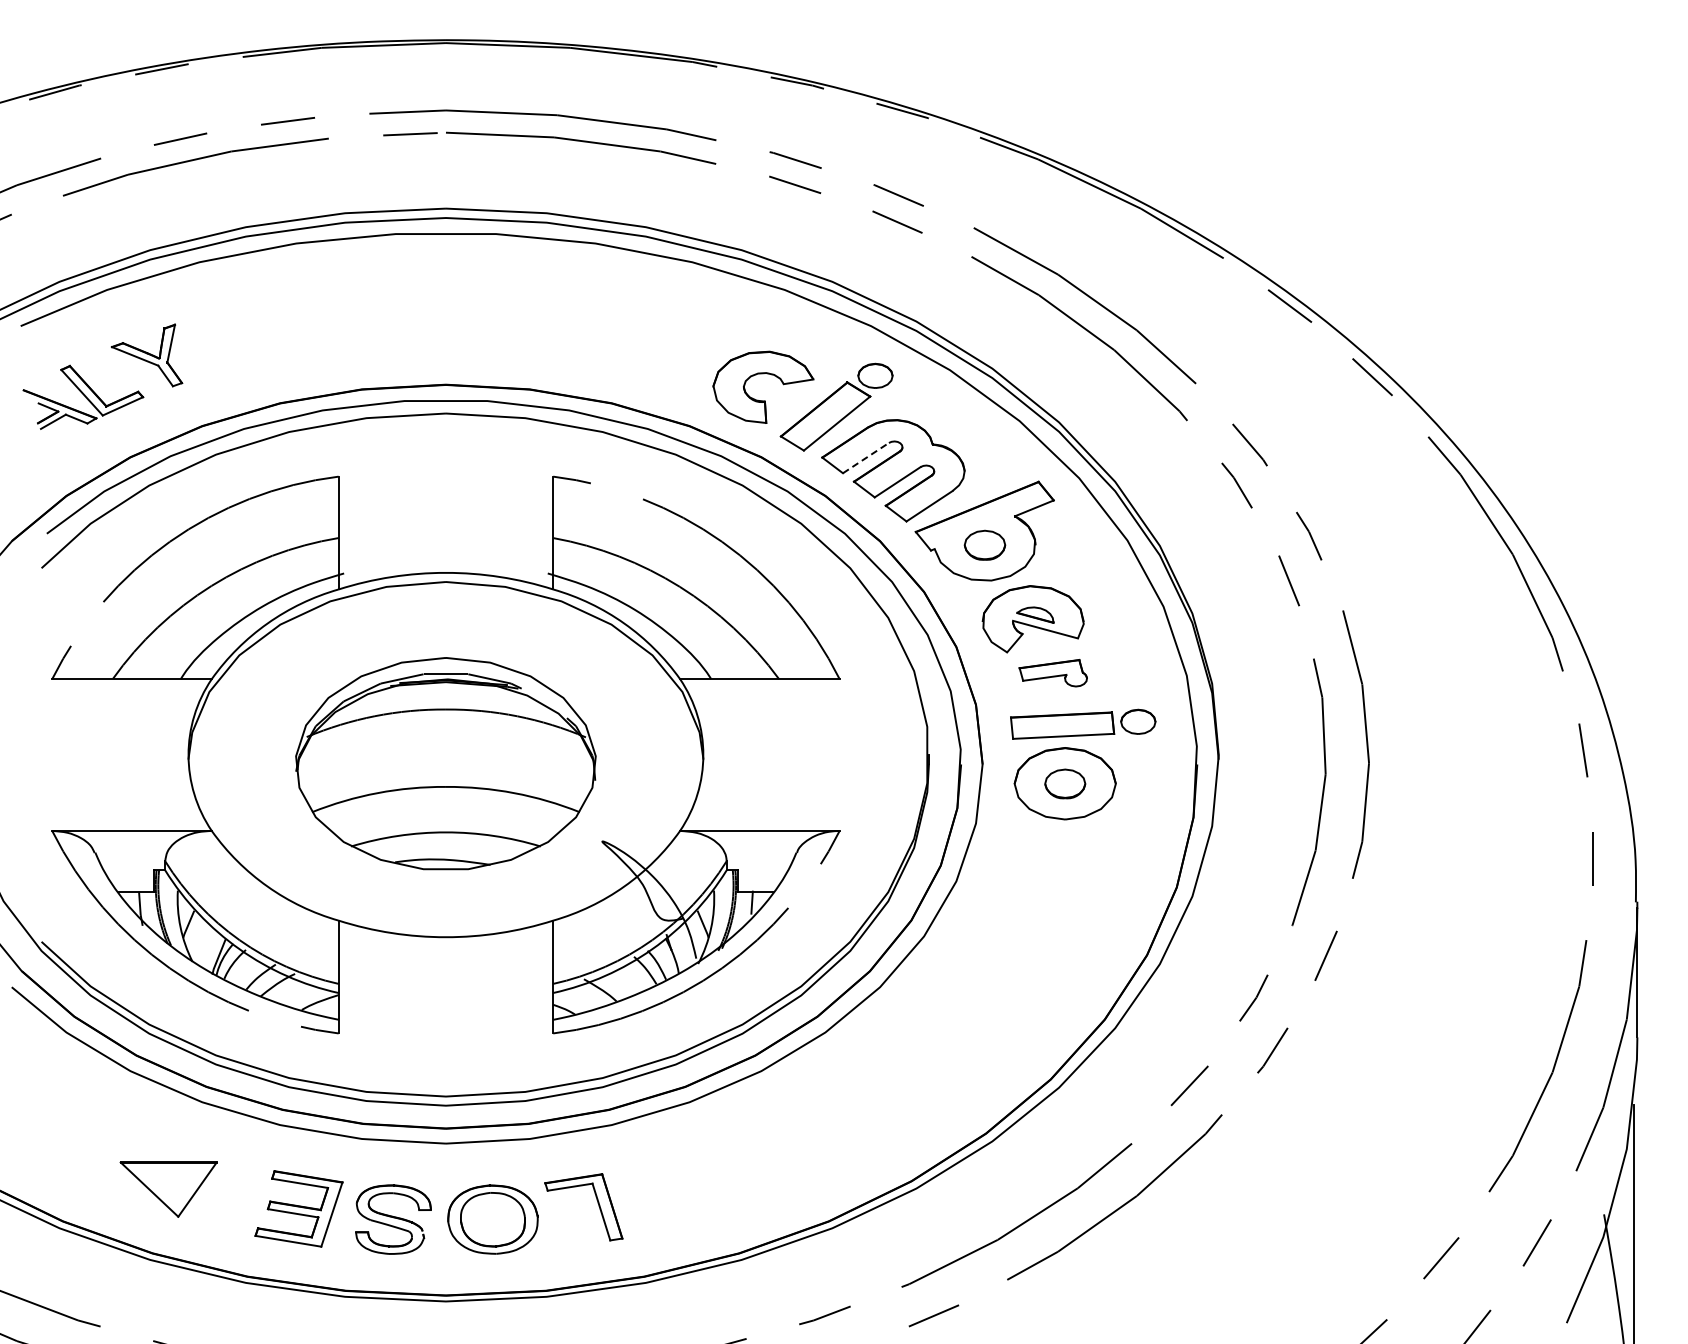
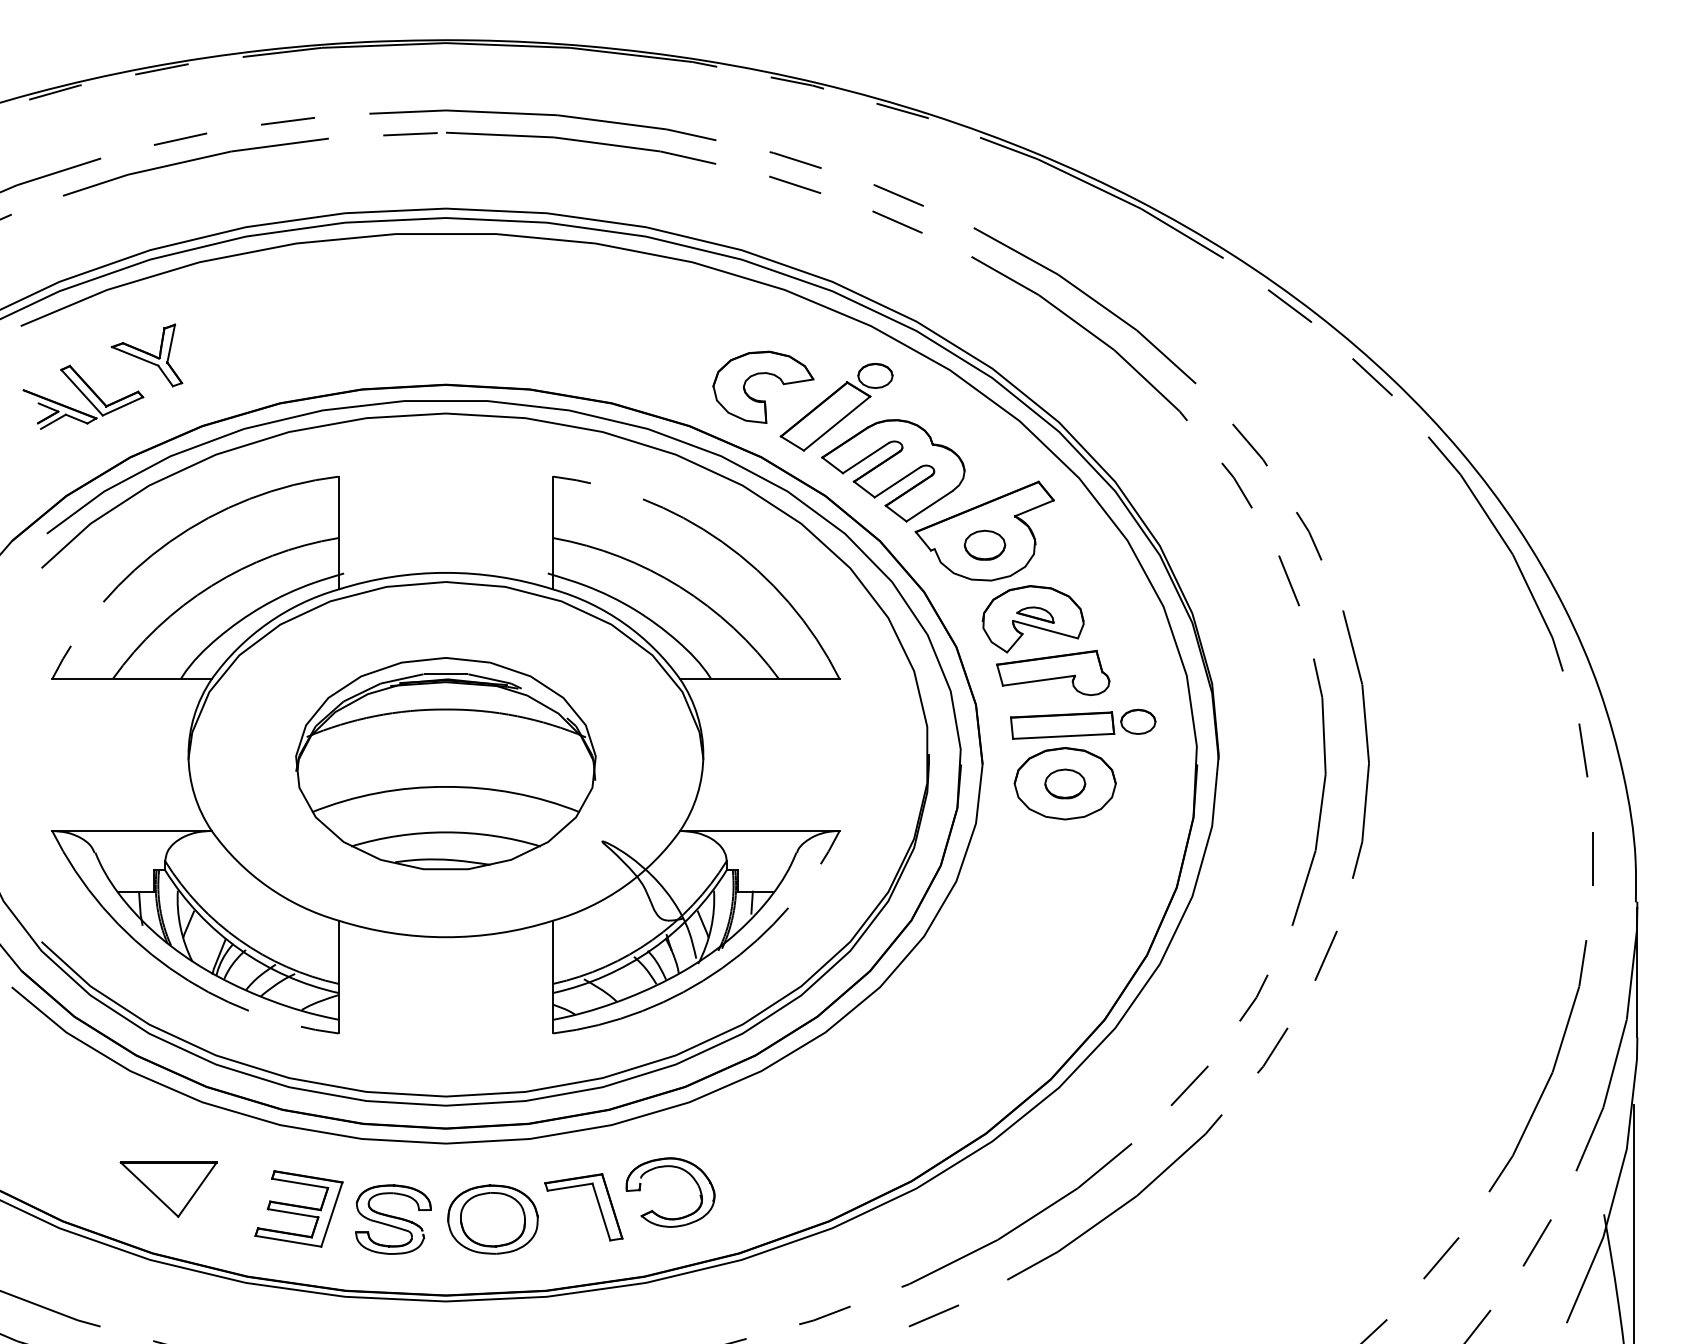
line at (865, 458): dashed -> solid
part at (1052, 673) size: 70x29 px -> 115x47 px
part at (657, 1213): none -> present
